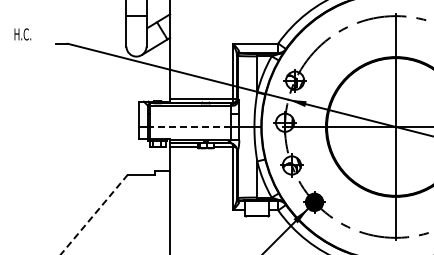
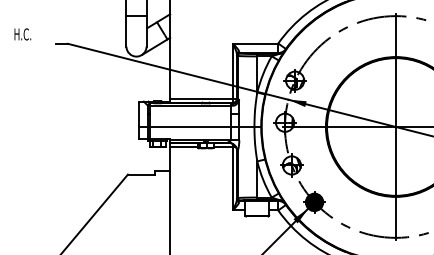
line at (190, 126): dashed -> solid
line at (93, 215): dashed -> solid
